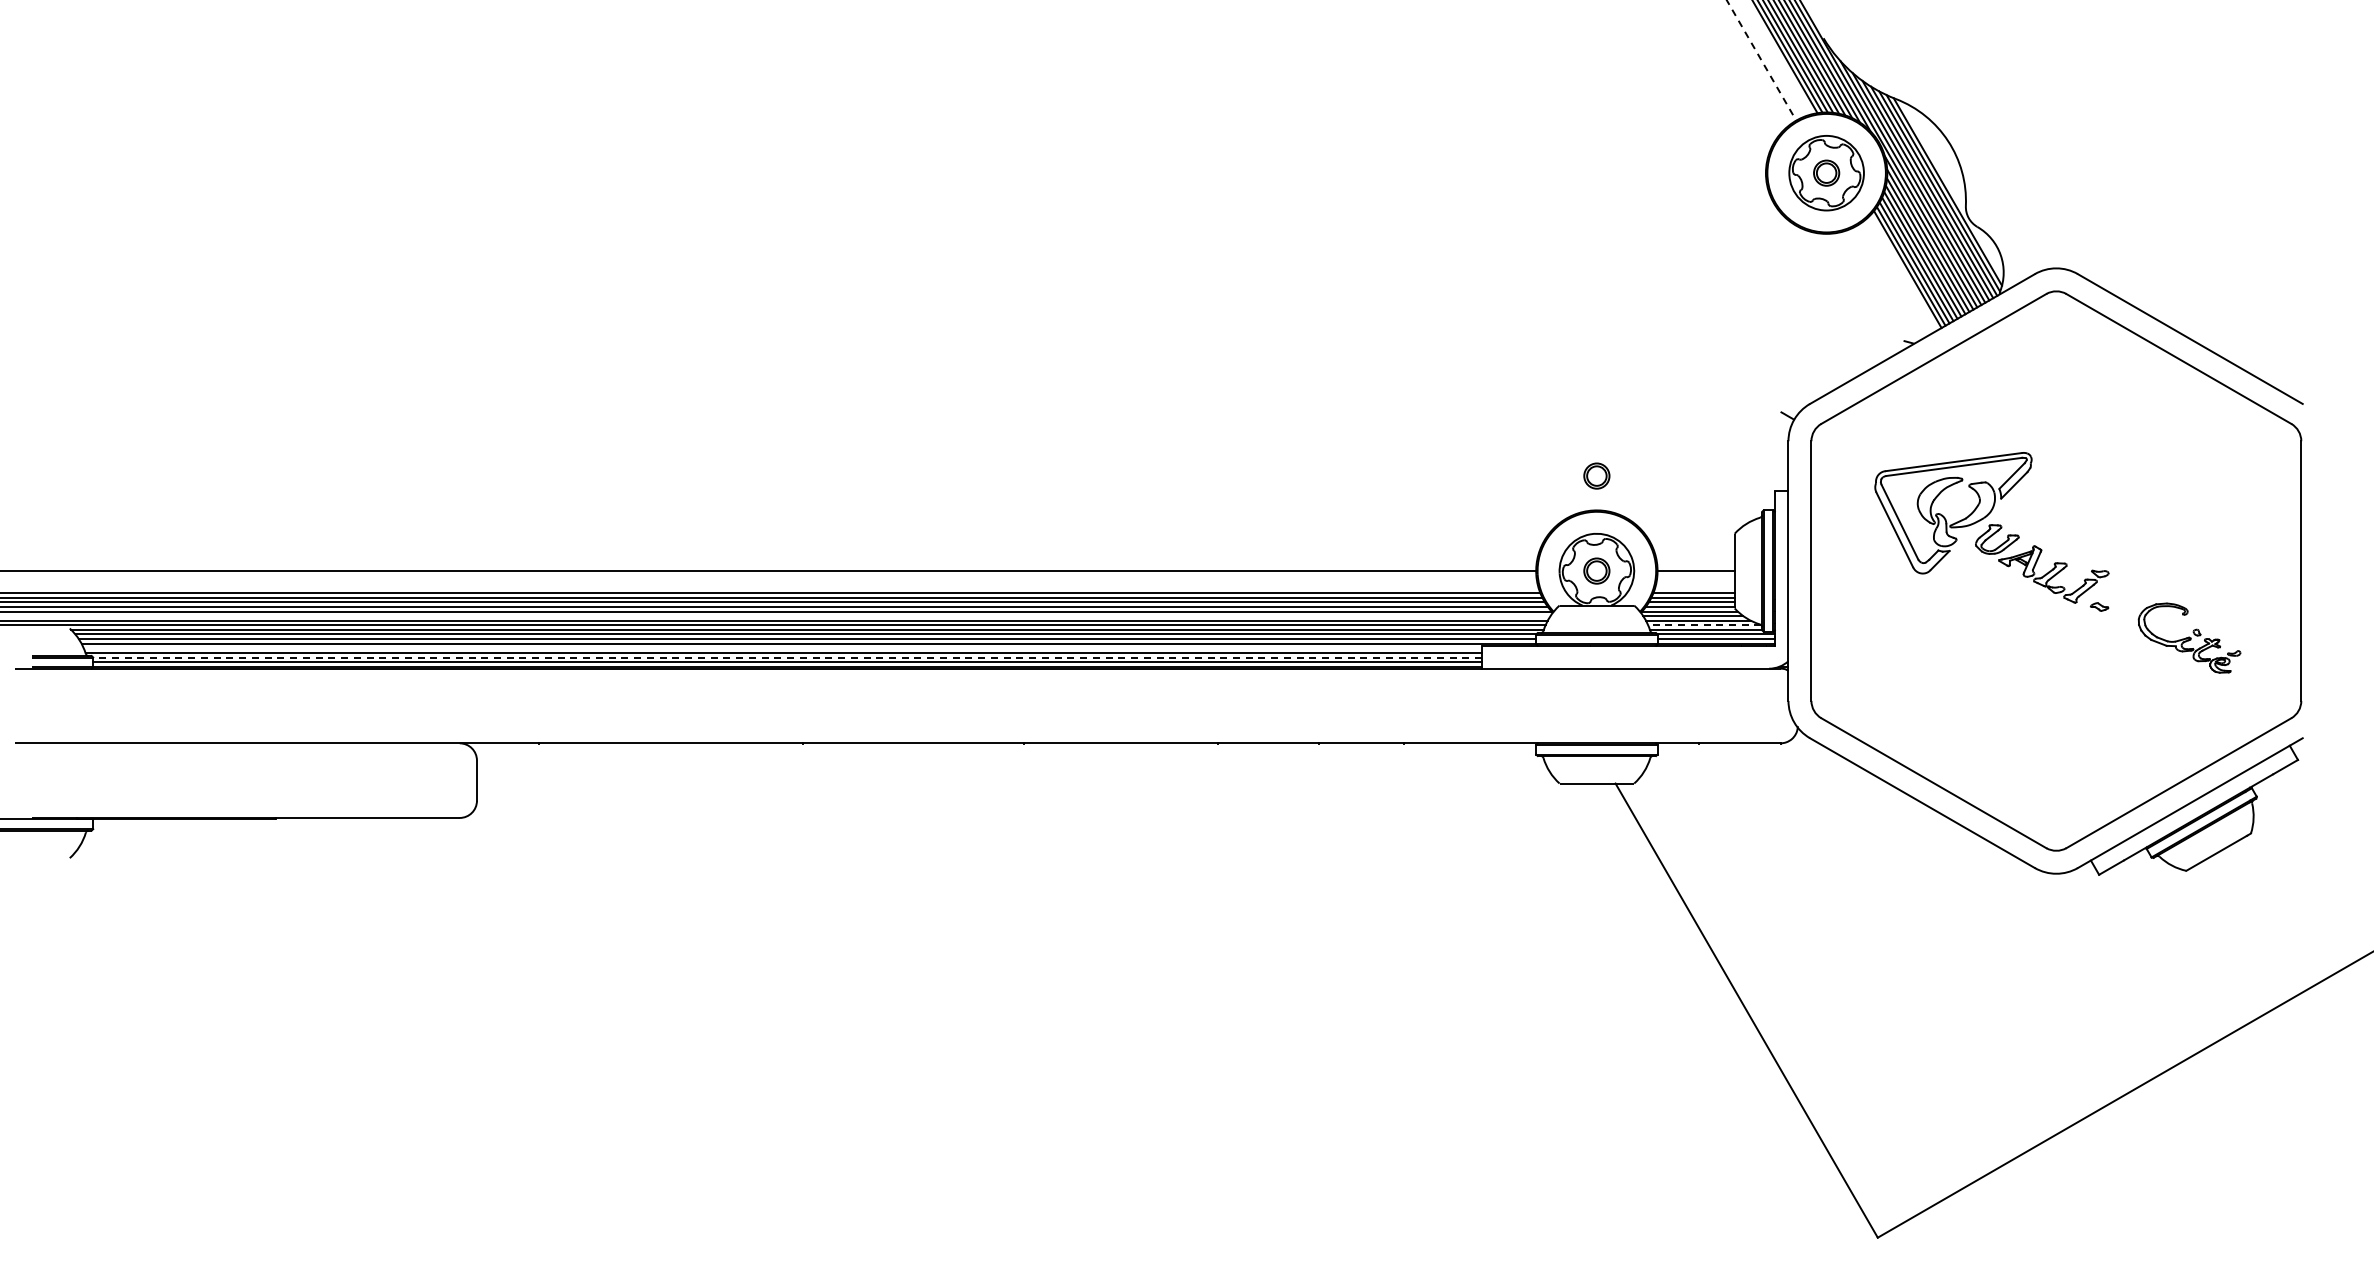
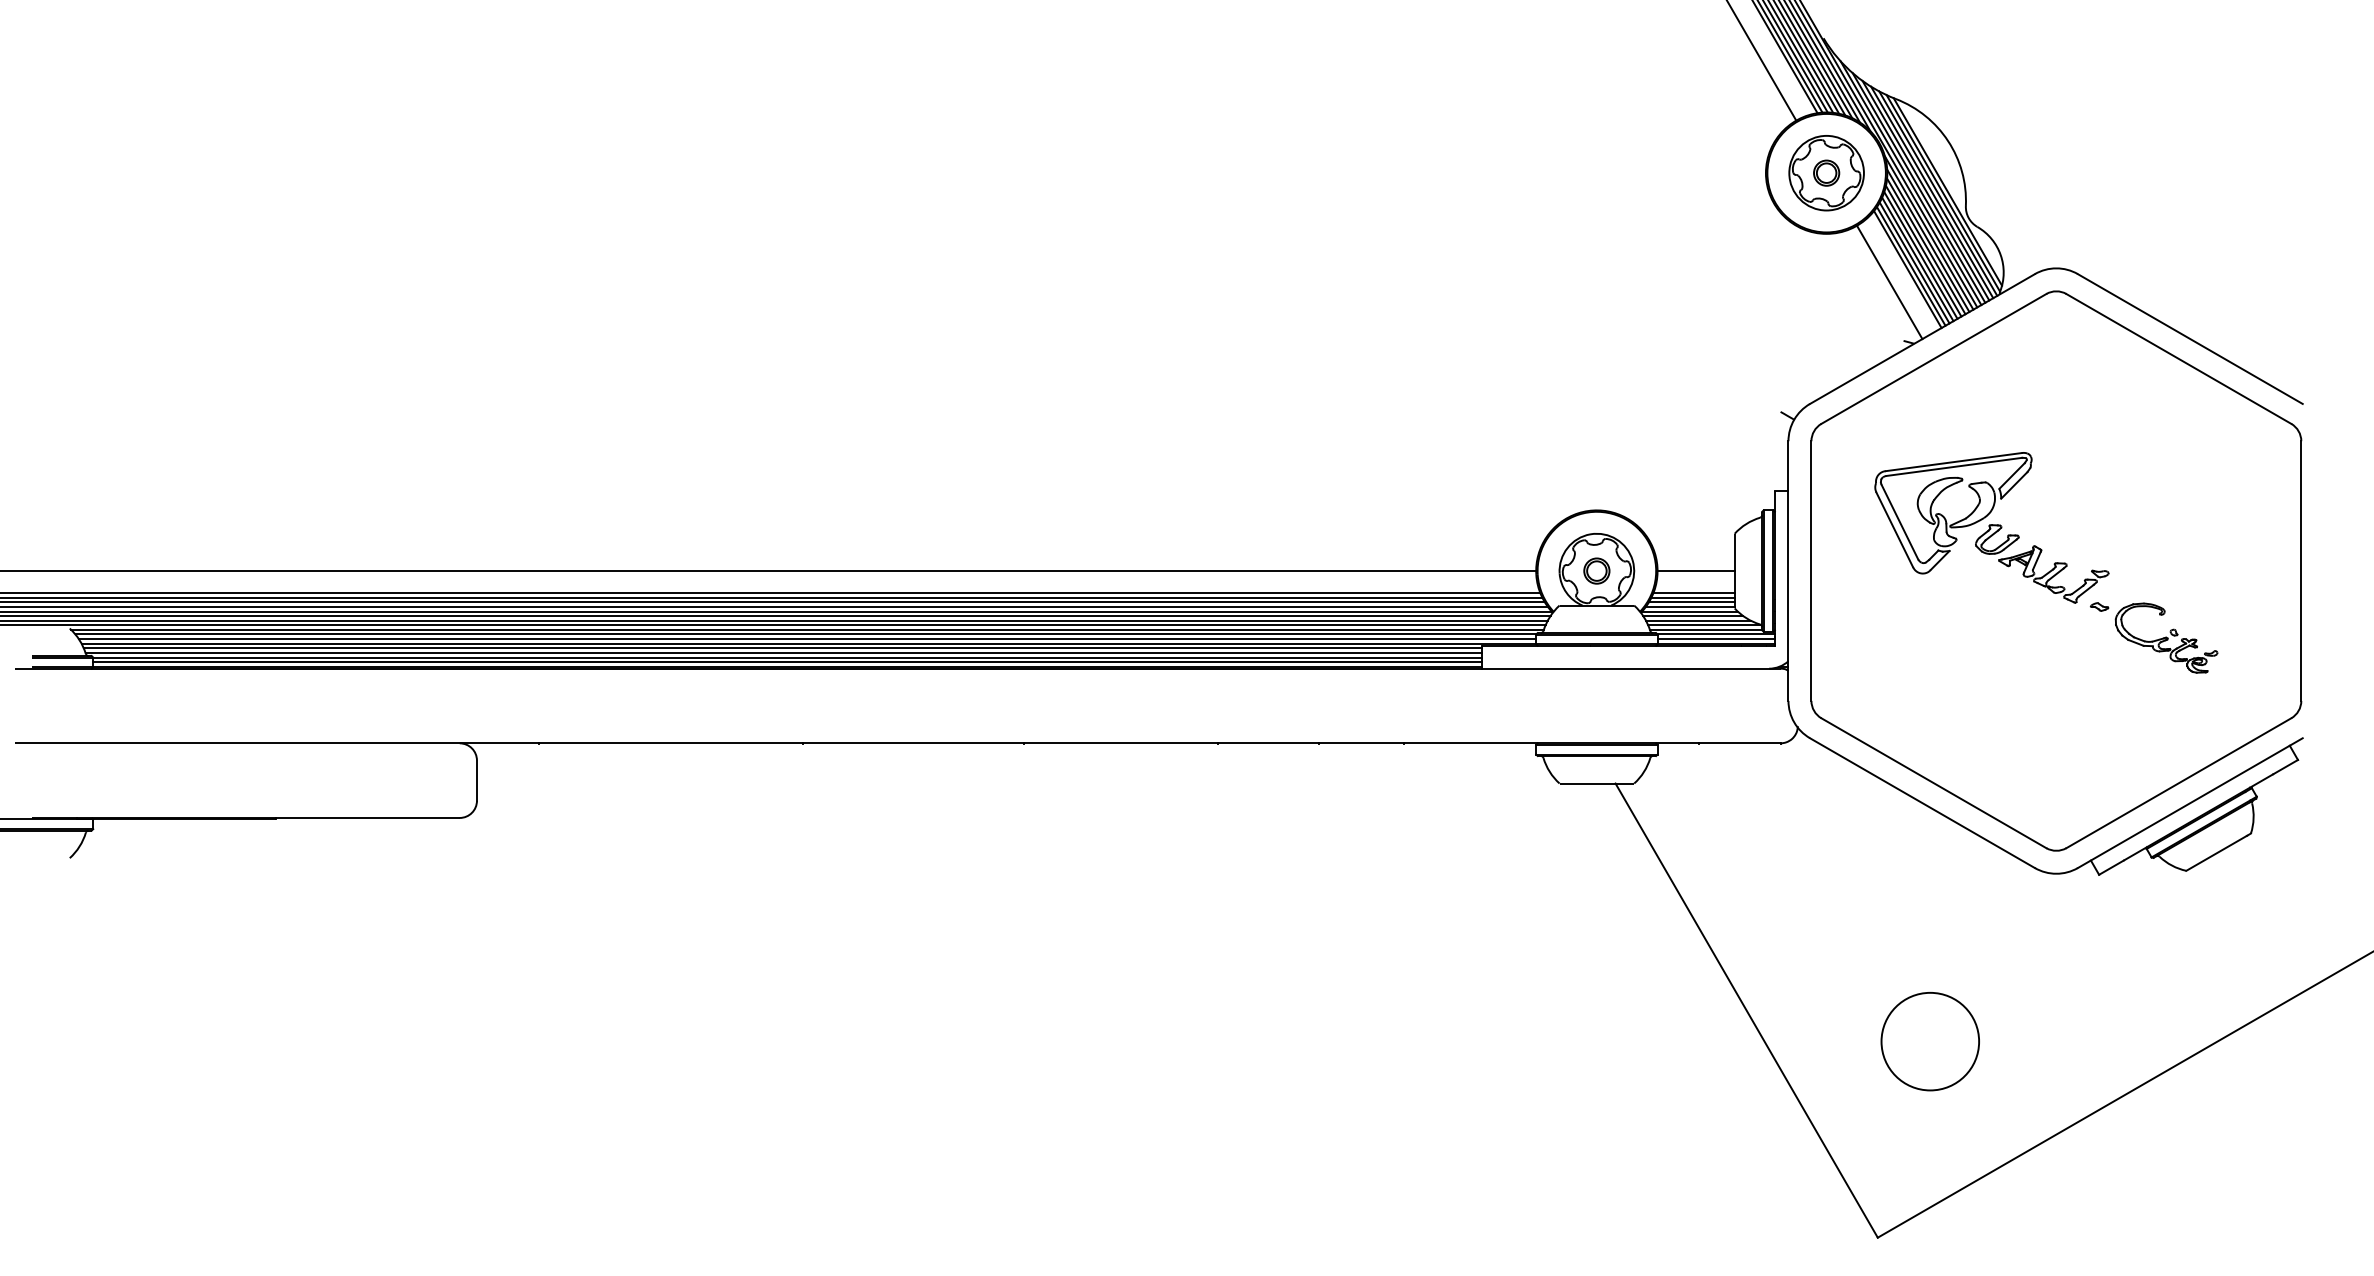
line at (1761, 60): dashed -> solid
line at (1889, 282): none -> present
part at (1596, 475): present -> none
line at (776, 616): none -> present
line at (1704, 625): dashed -> solid
part at (2189, 637) position: (2189, 637) -> (2166, 637)
line at (782, 648): none -> present
line at (787, 657): dashed -> solid
circle at (1929, 1041): none -> present
